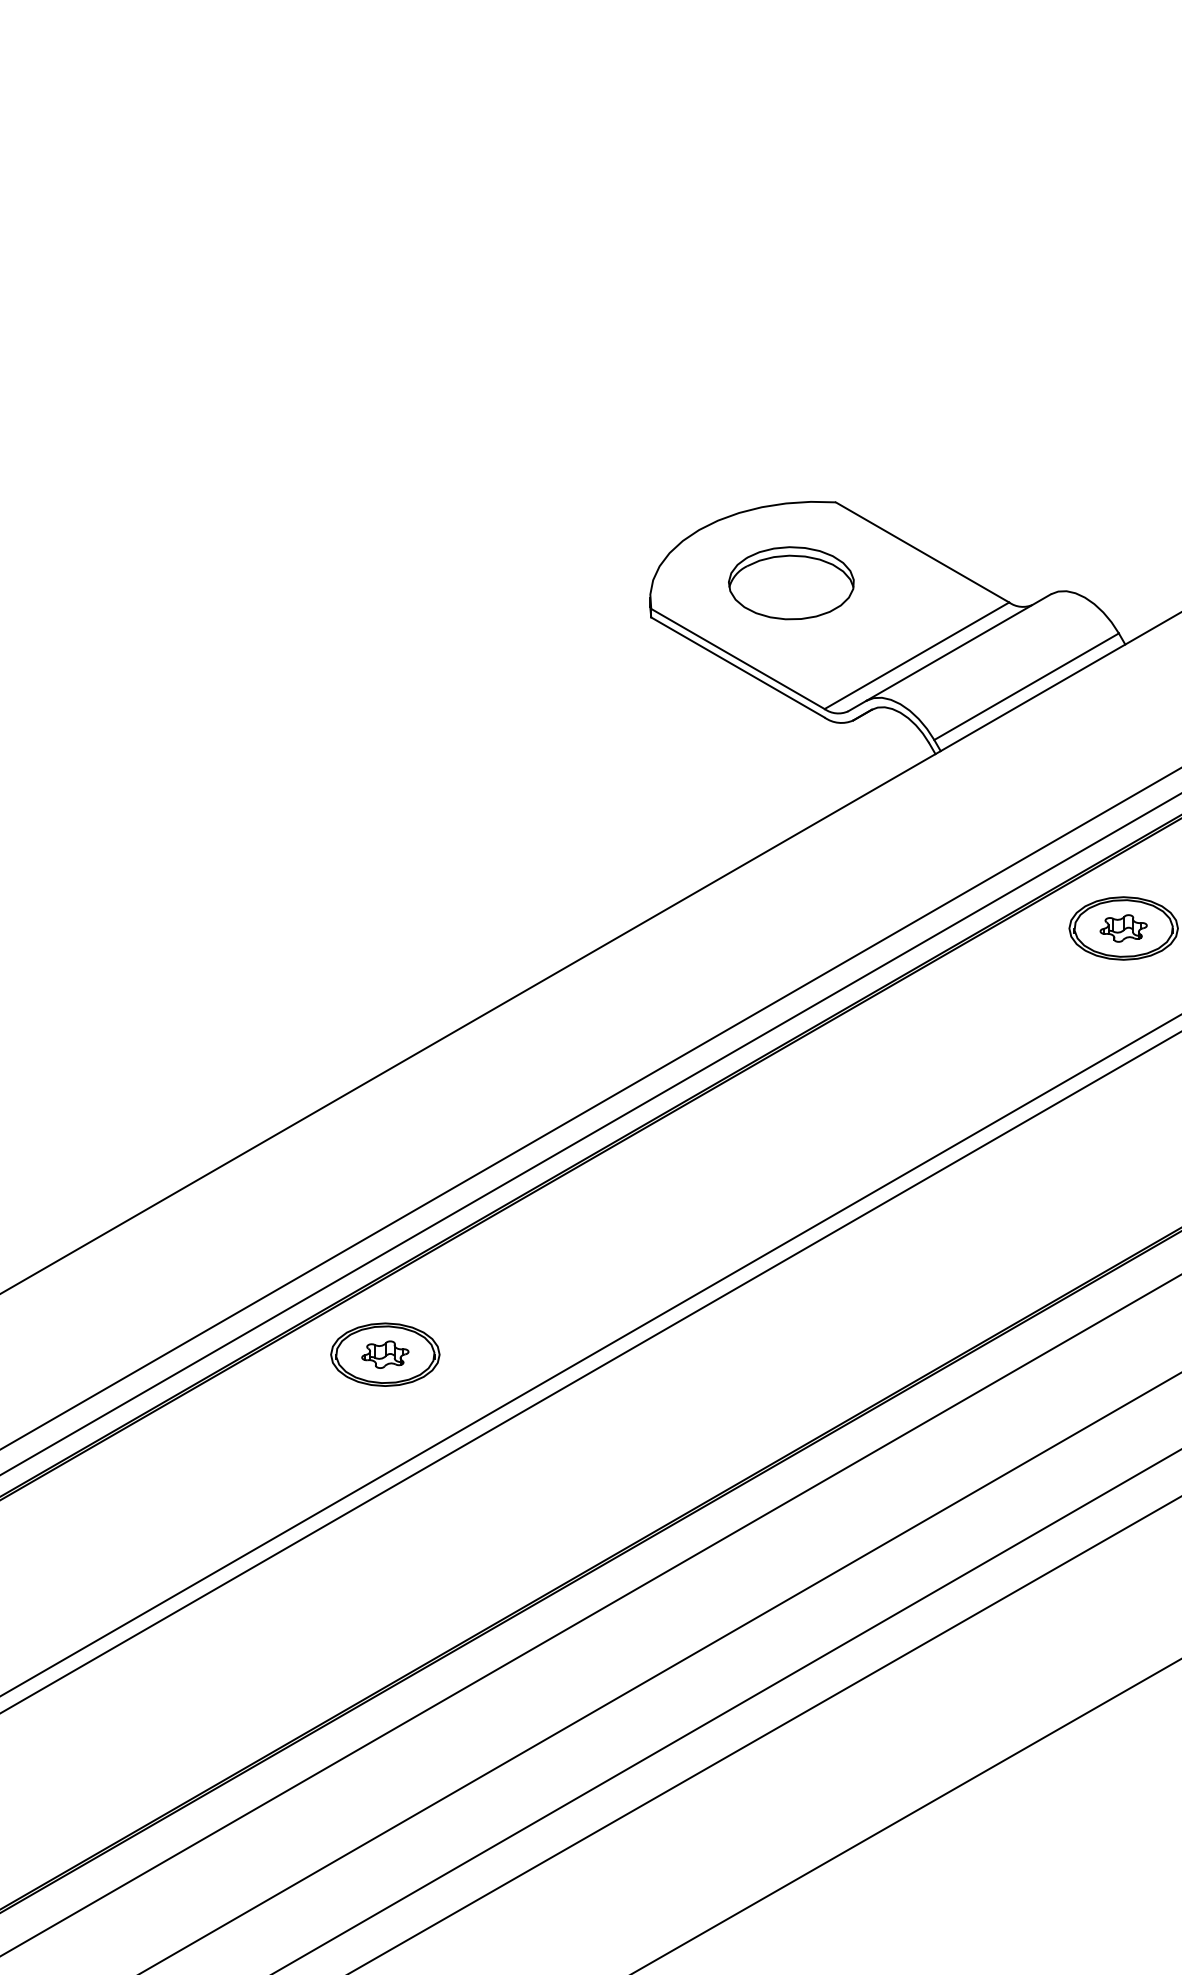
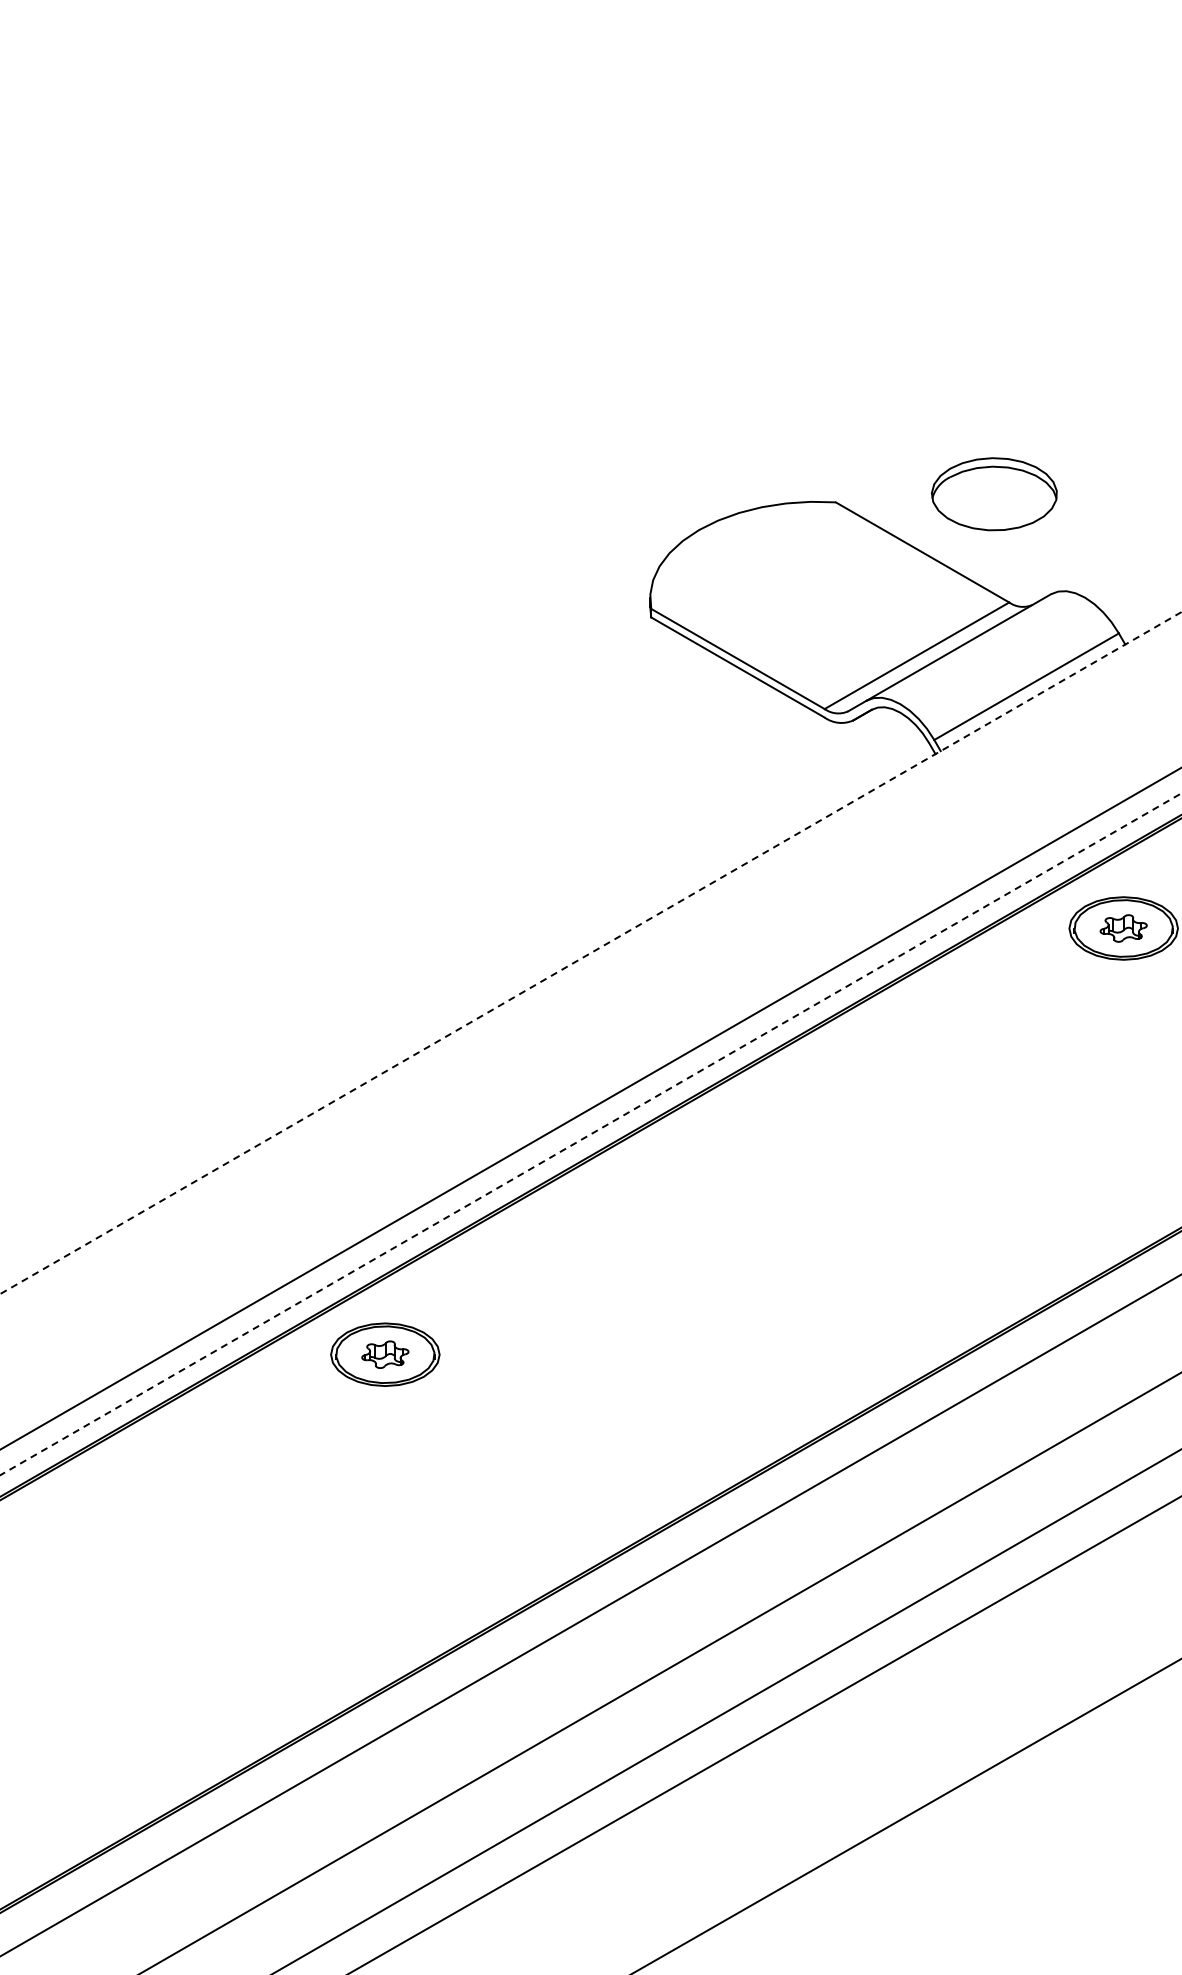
part at (791, 583) position: (791, 583) -> (994, 494)
line at (590, 953): solid -> dashed
line at (590, 1134): solid -> dashed
line at (590, 1355): present -> none
line at (590, 1372): present -> none
